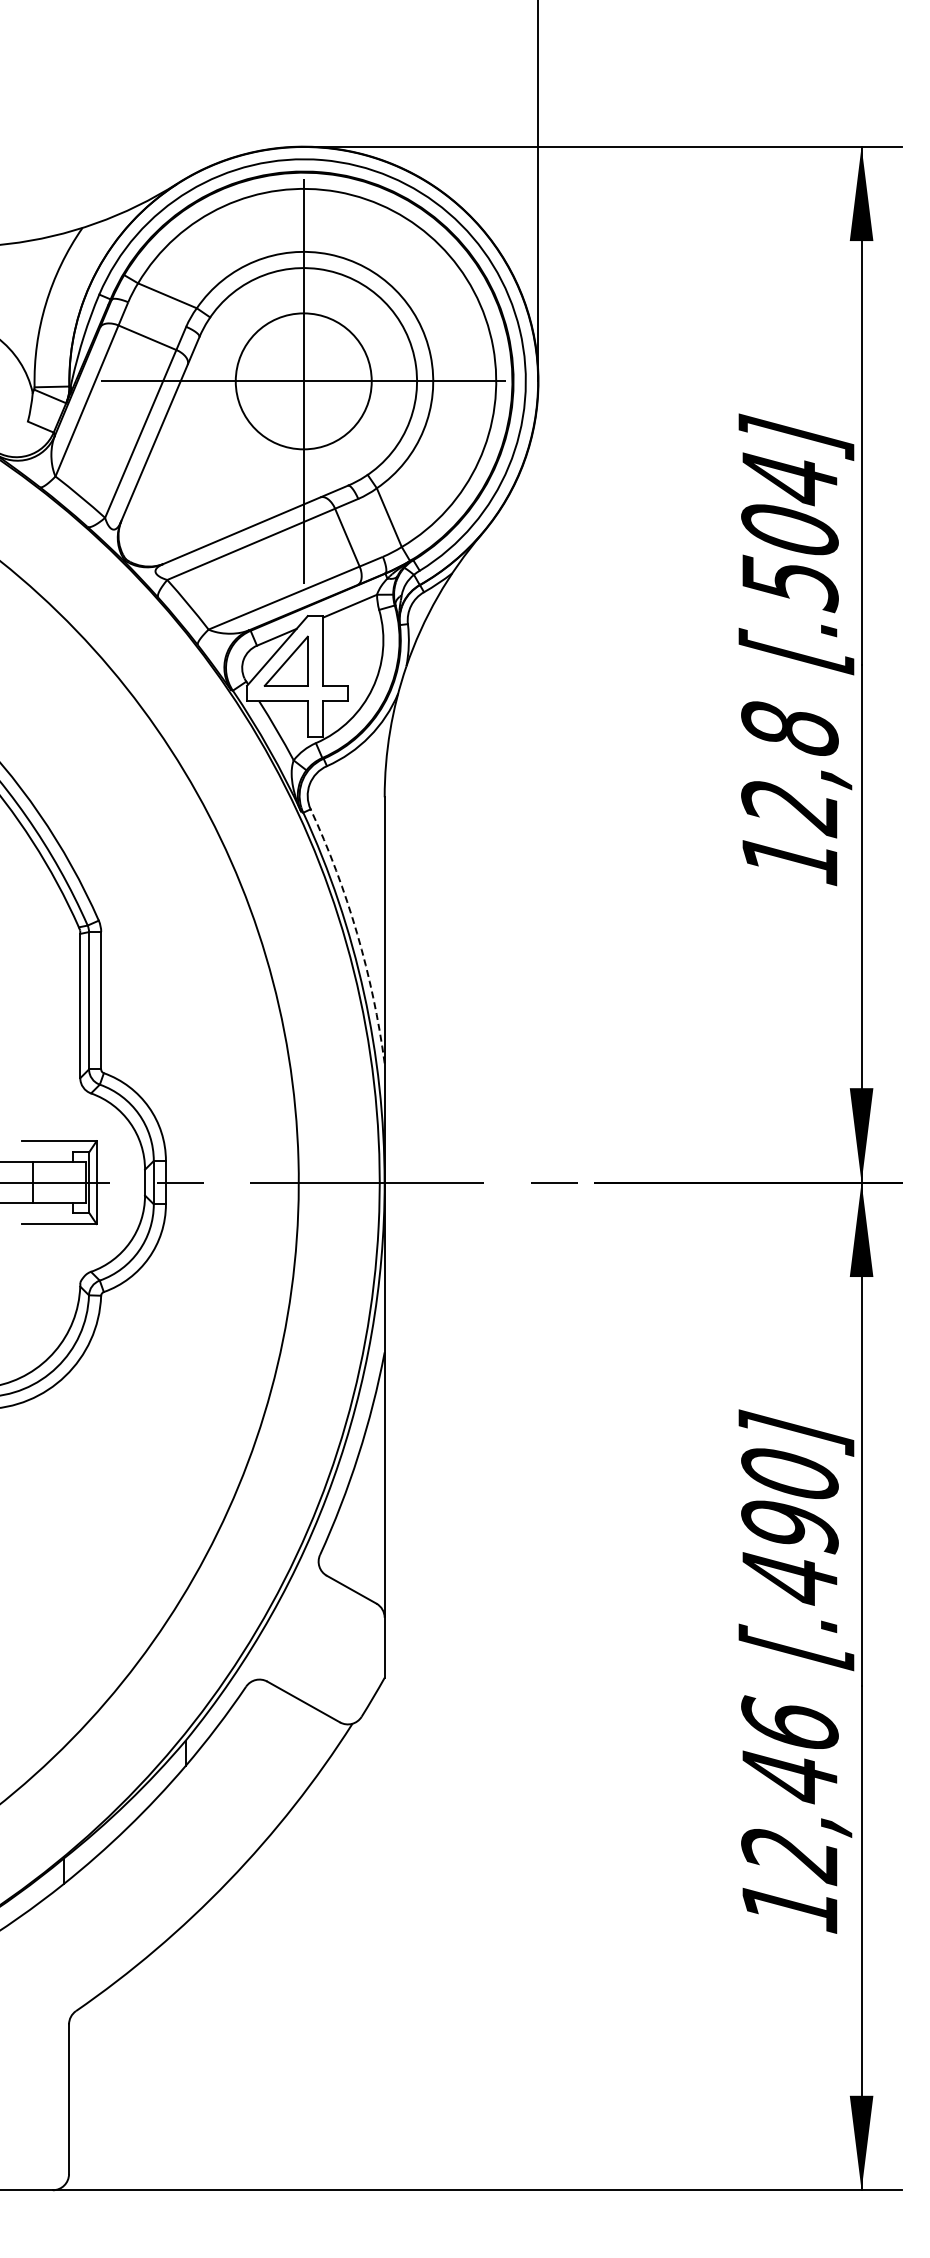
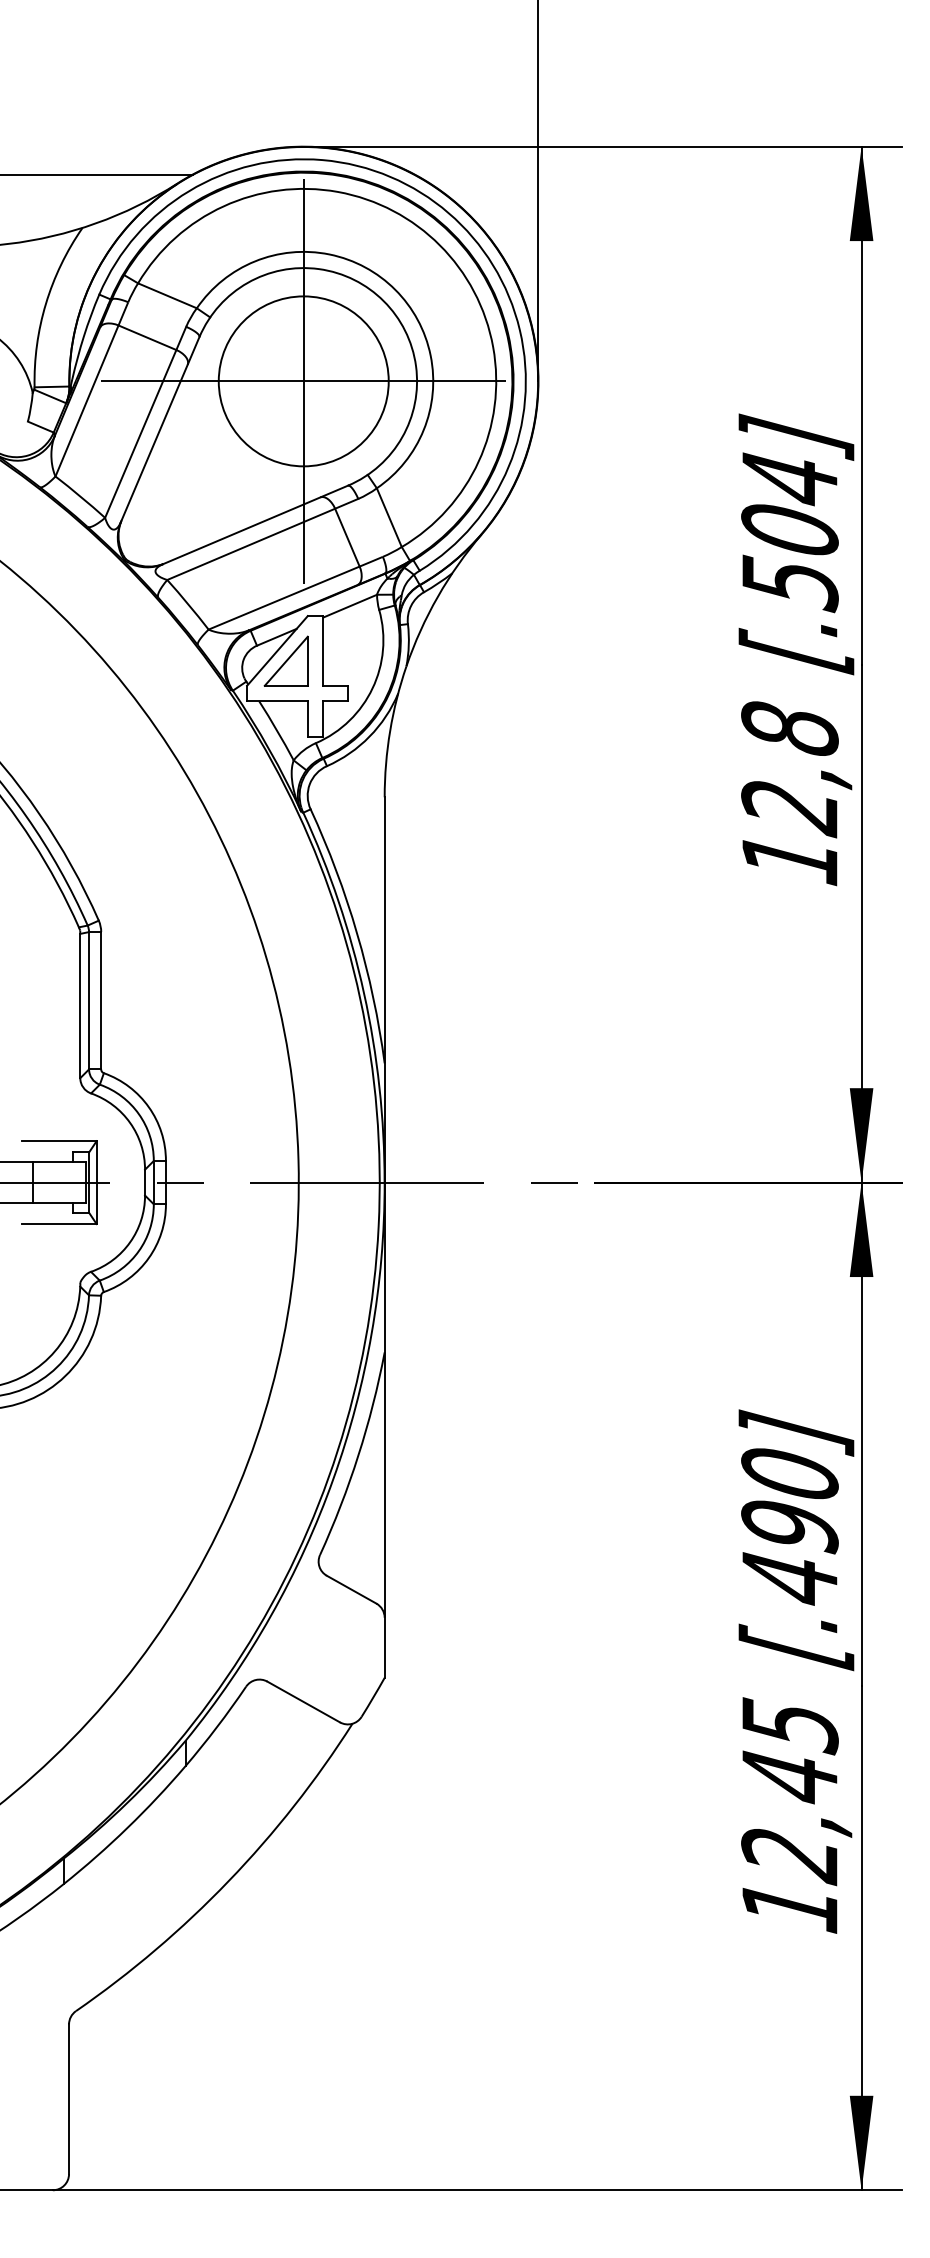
line at (97, 175): none -> present
circle at (303, 381) diameter: 136 px -> 170 px
arc at (357, 933): dashed -> solid
text at (789, 1725): 12,46 -> 12,45
